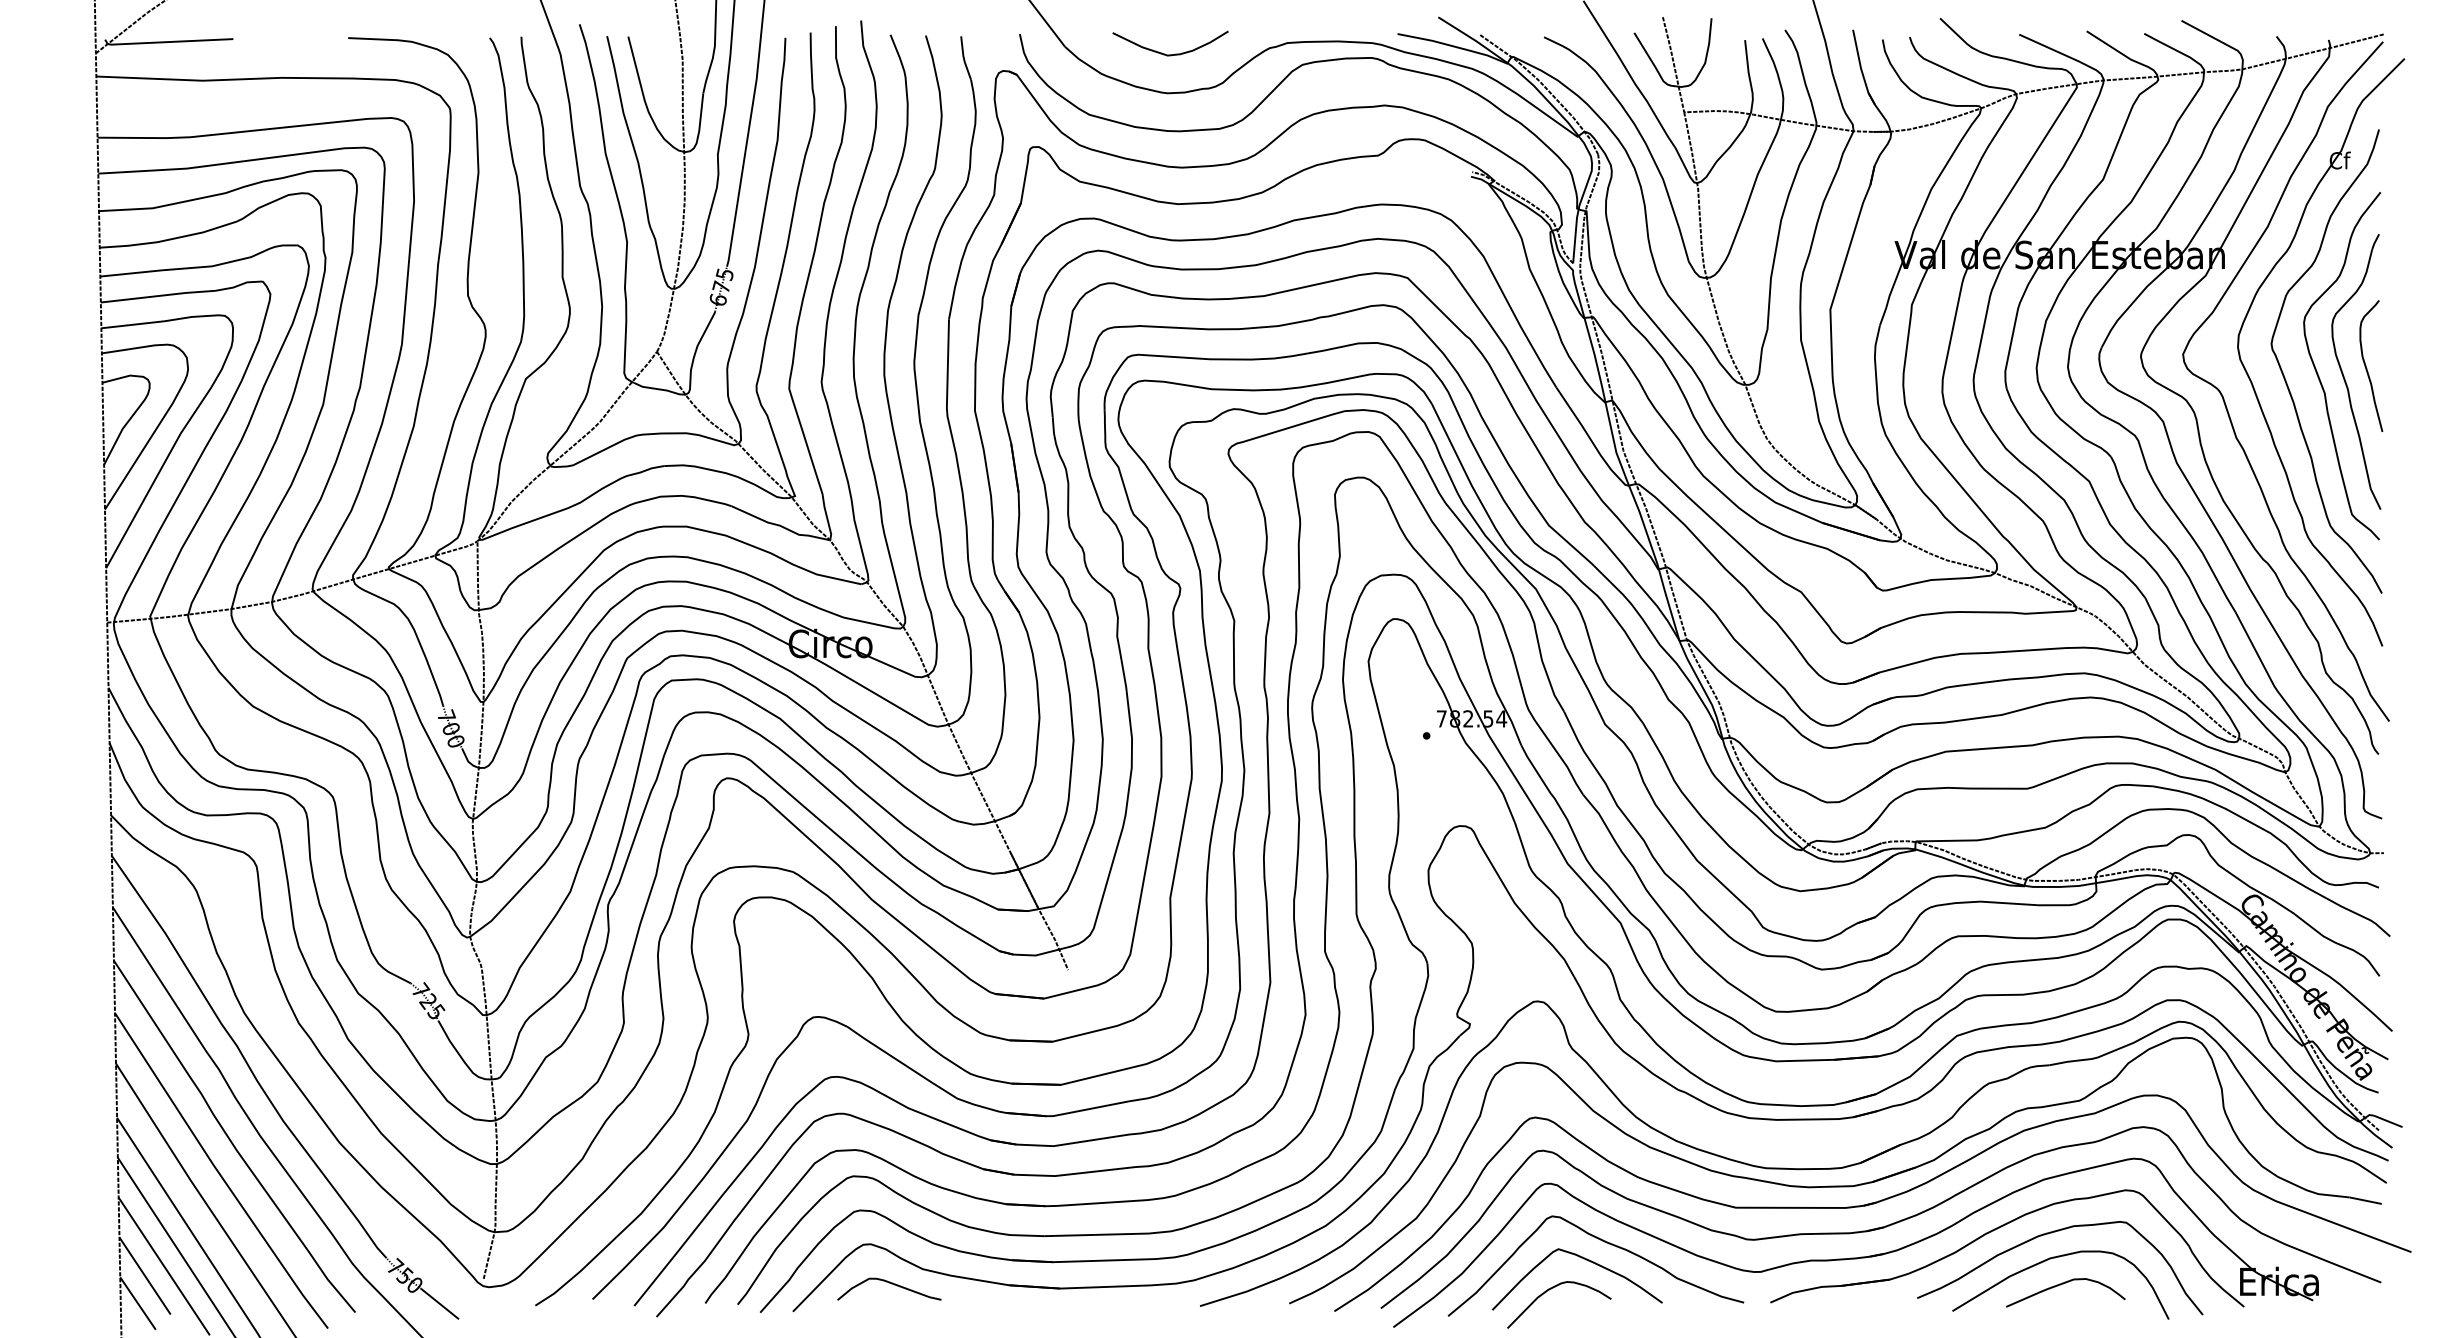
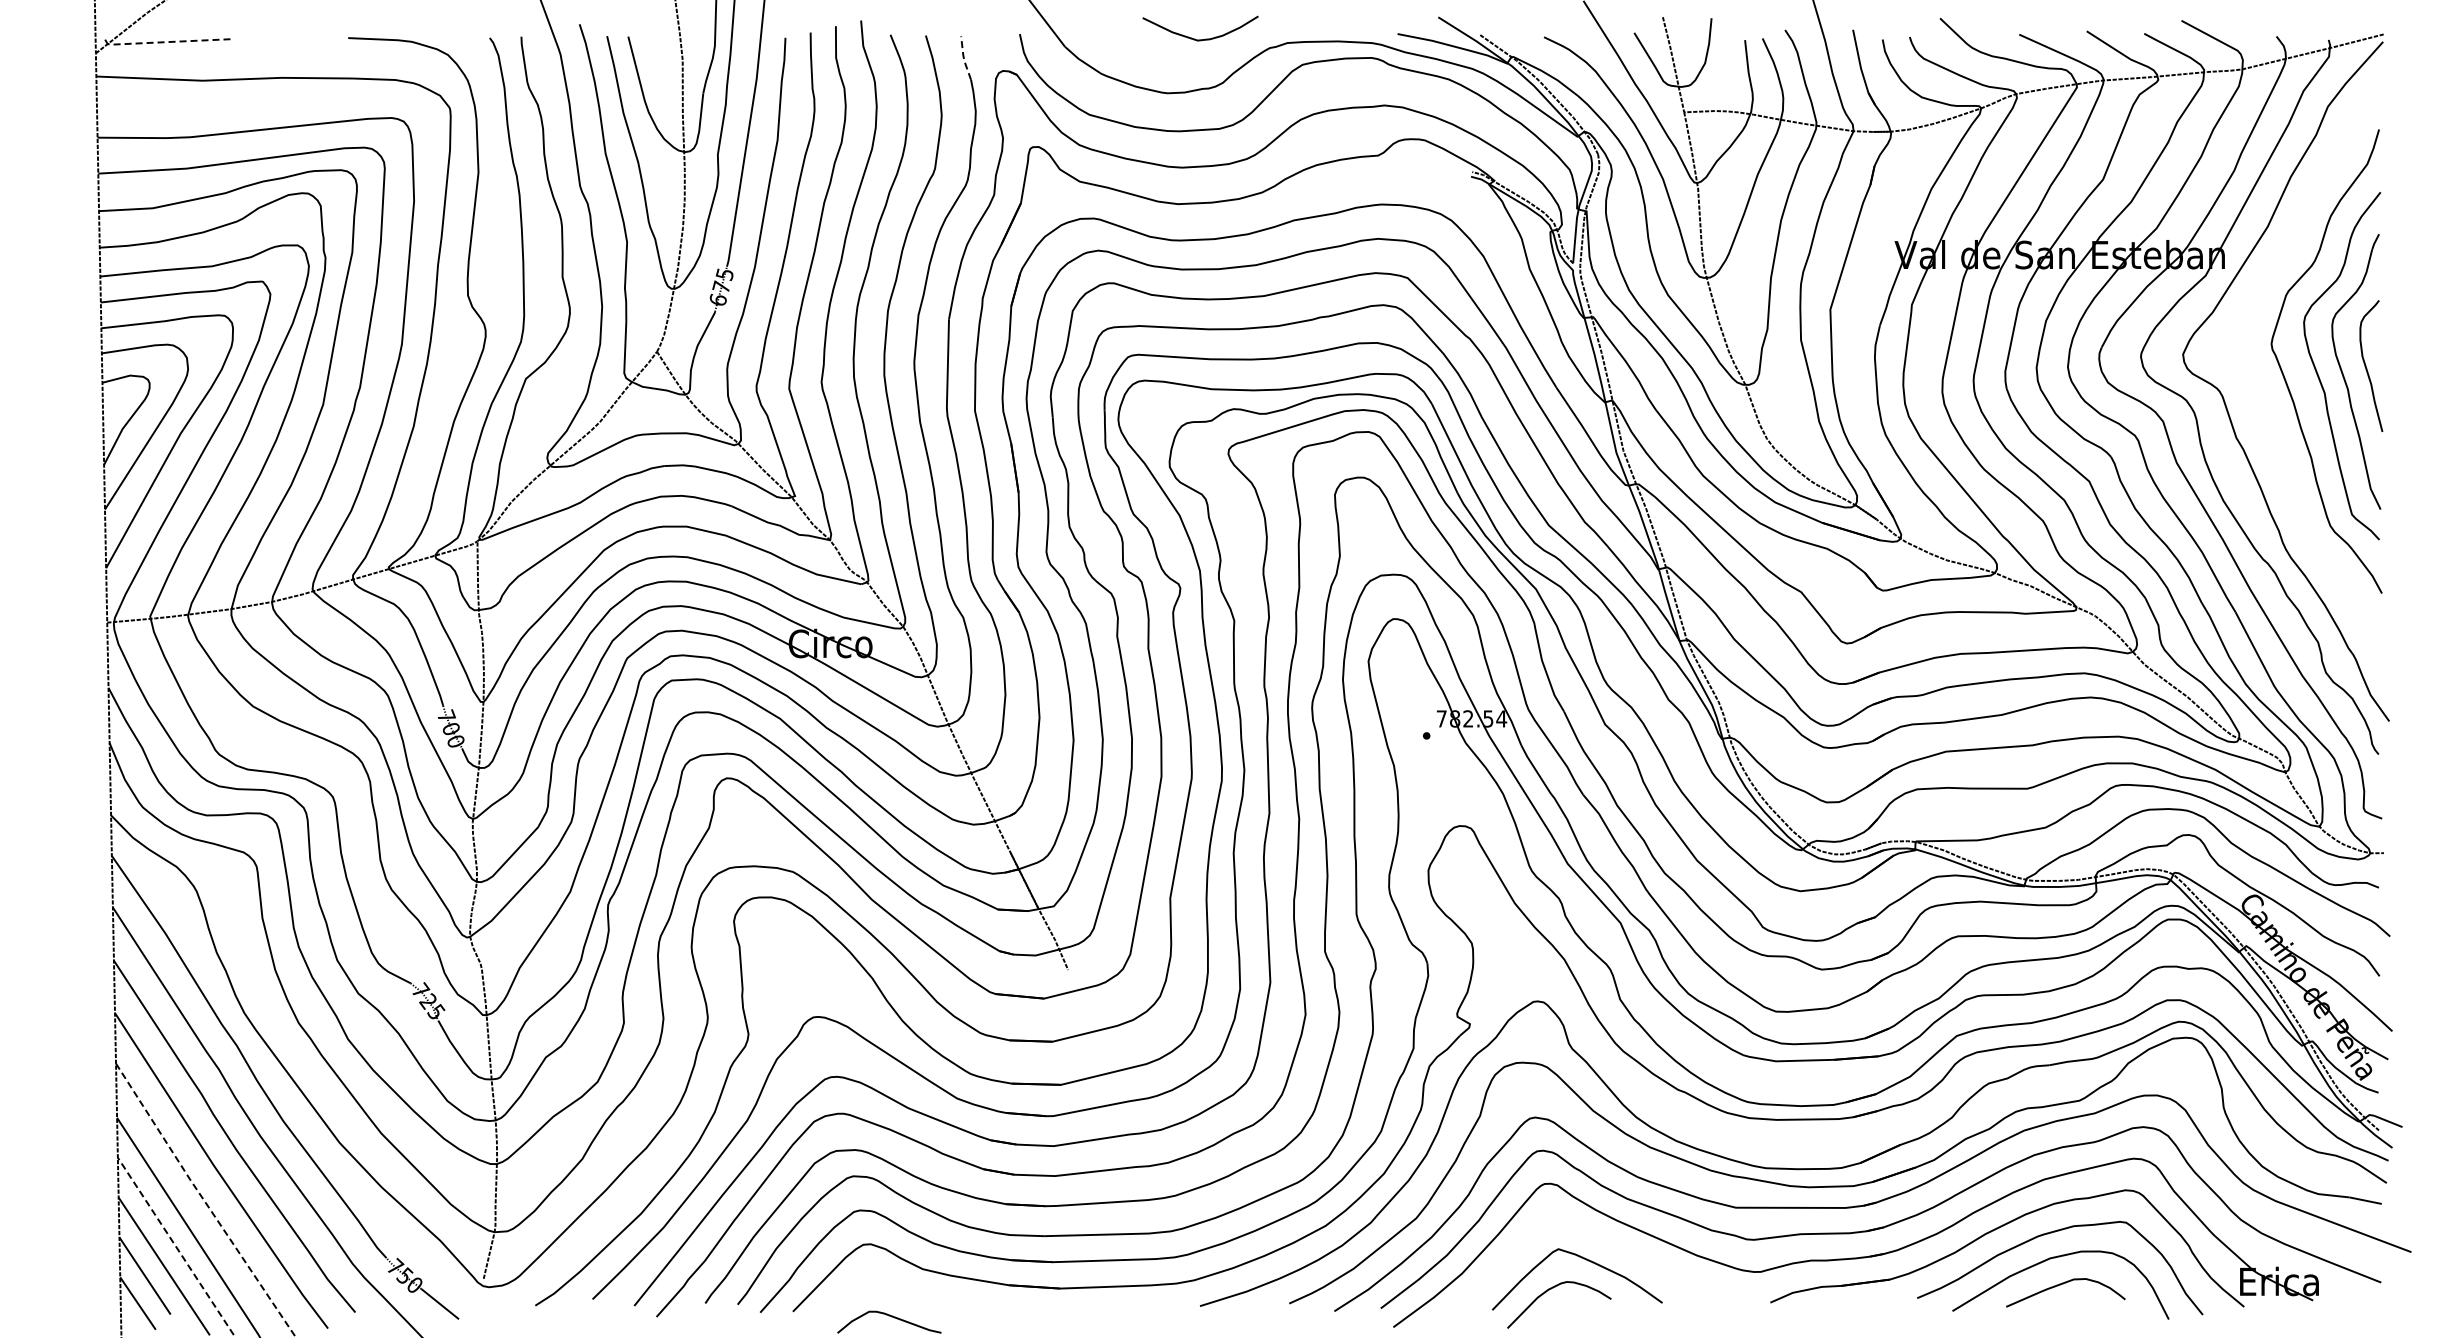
line at (166, 42): solid -> dashed
curve at (1170, 54) position: (1170, 54) -> (1200, 39)
line at (963, 58): solid -> dashed
part at (2253, 384): present -> none
line at (204, 1200): solid -> dashed
curve at (1606, 1243): present -> none
line at (176, 1247): solid -> dashed
curve at (891, 1284) position: (891, 1284) -> (891, 1317)
